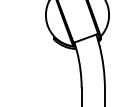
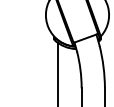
line at (57, 72): none -> present
